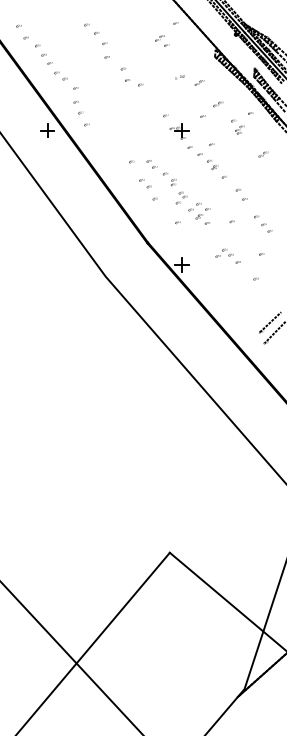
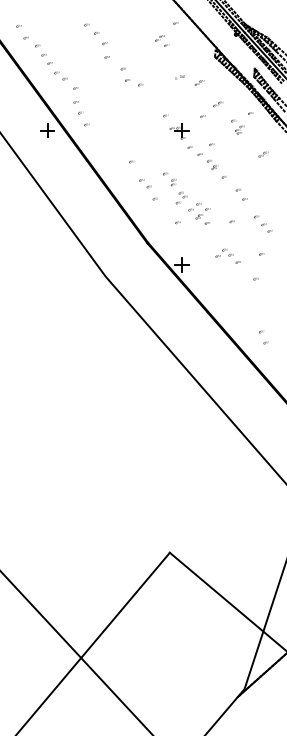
part at (151, 164): present -> none
line at (270, 322): present -> none
line at (273, 333): present -> none
line at (71, 657) position: (71, 657) -> (76, 652)
